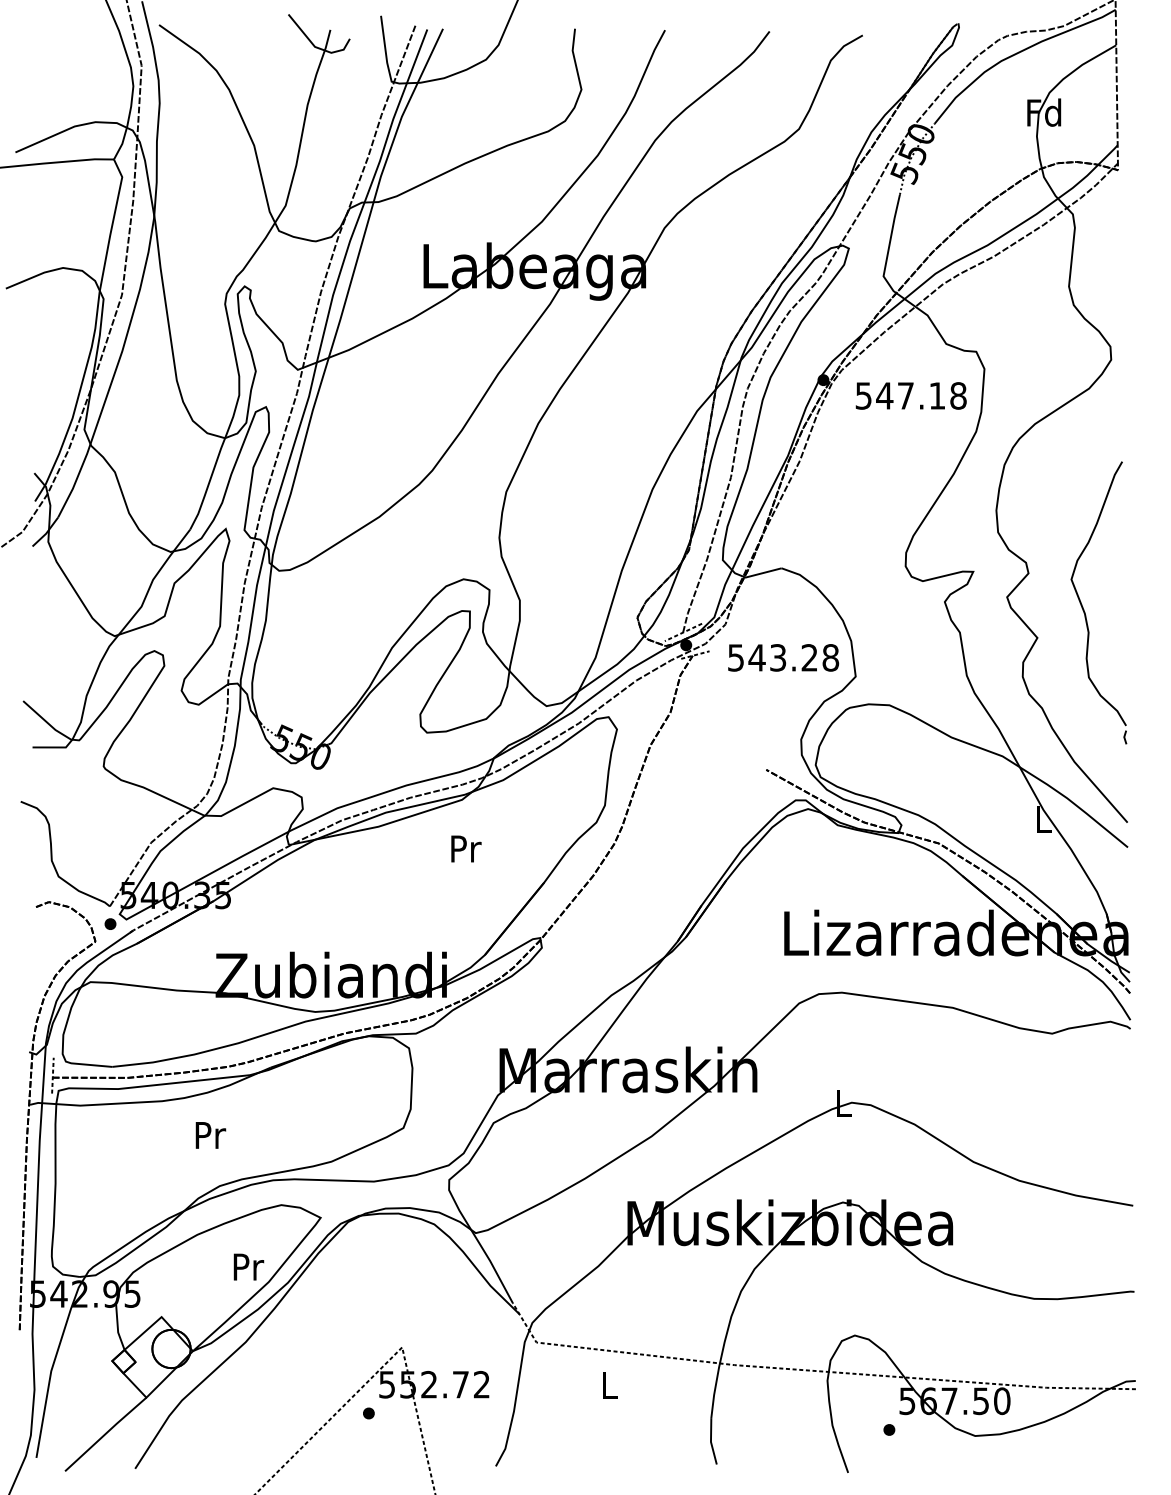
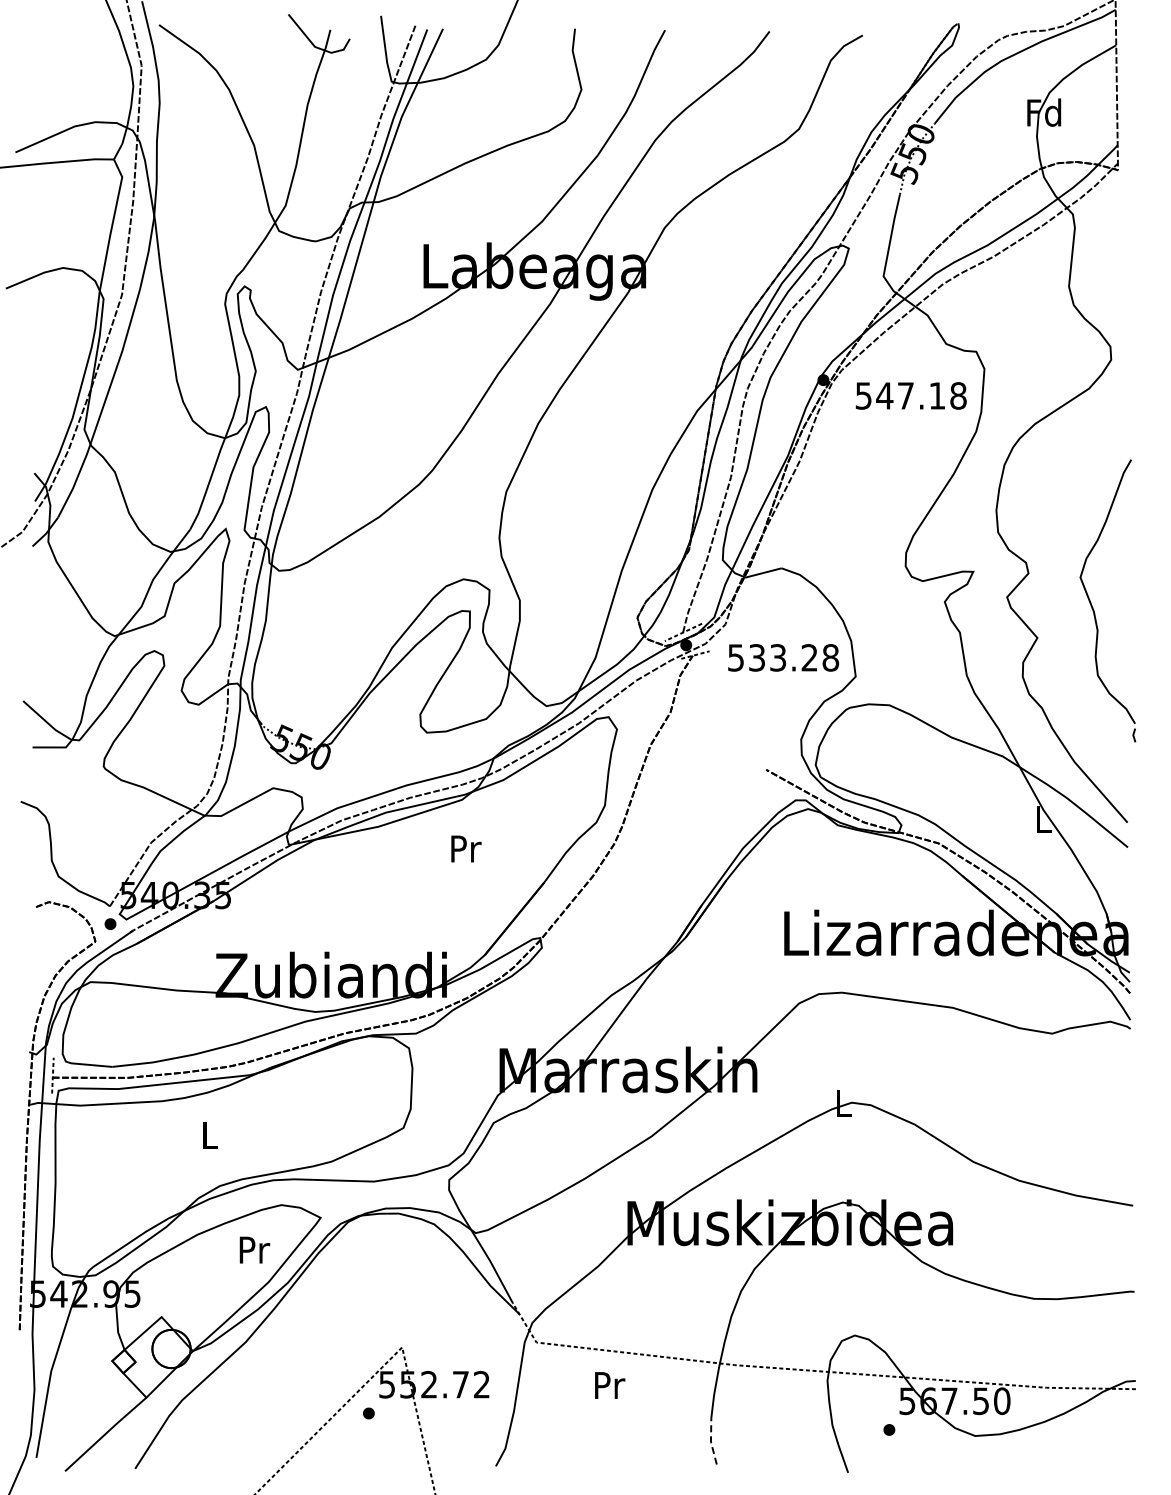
part at (1084, 609) position: (1084, 609) -> (1093, 607)
text at (756, 657): 543.28 -> 533.28
text at (210, 1135): Pr -> L
text at (248, 1266) position: (248, 1266) -> (254, 1249)
text at (610, 1385): L -> Pr
line at (710, 1442): solid -> dashed
